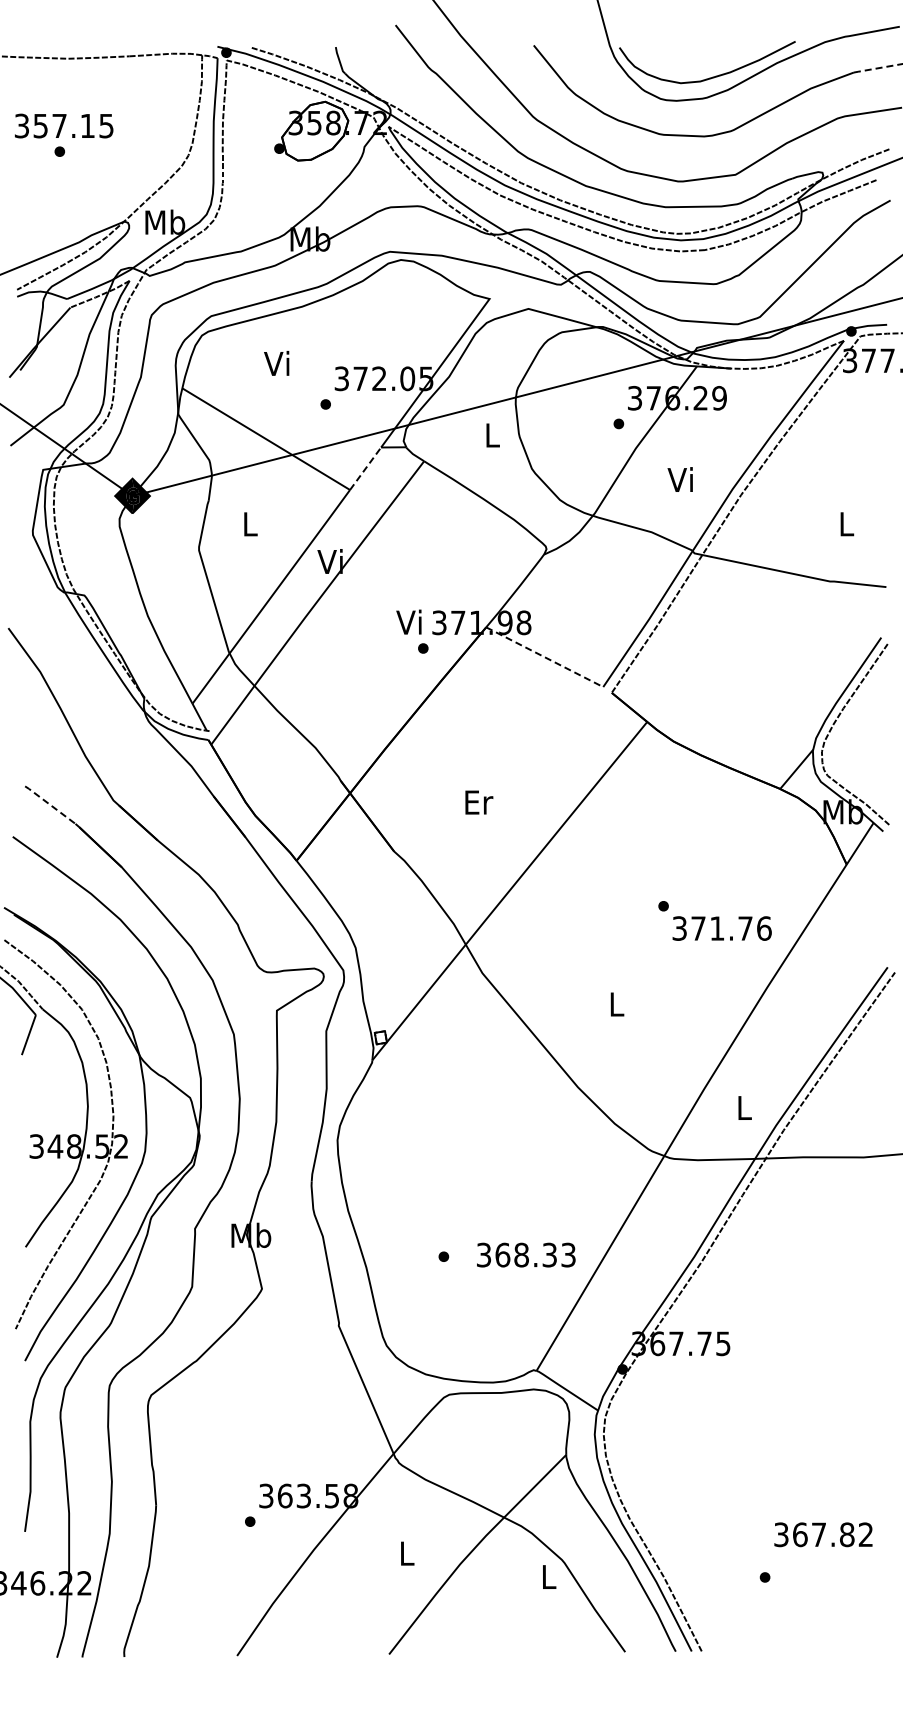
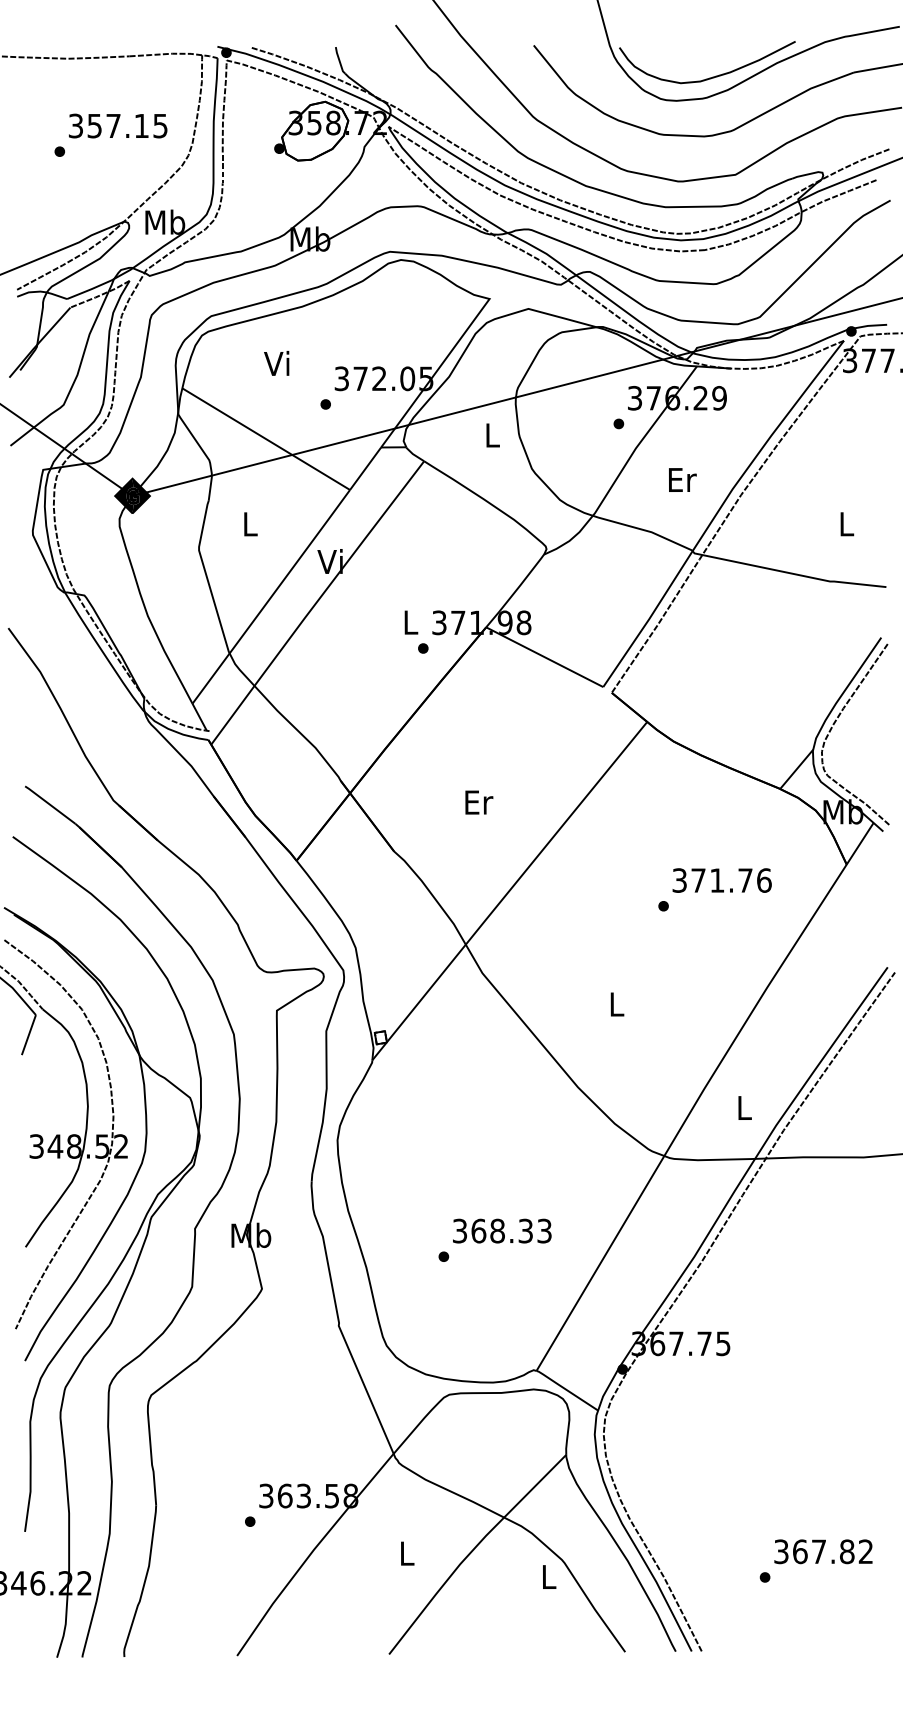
line at (877, 68): dashed -> solid
text at (64, 125) position: (64, 125) -> (118, 125)
line at (365, 468): dashed -> solid
text at (681, 479): Vi -> Er
text at (408, 621): Vi -> L
line at (544, 657): dashed -> solid
line at (50, 804): dashed -> solid
text at (721, 928) position: (721, 928) -> (721, 880)
text at (526, 1254) position: (526, 1254) -> (502, 1230)
text at (823, 1534) position: (823, 1534) -> (823, 1551)
